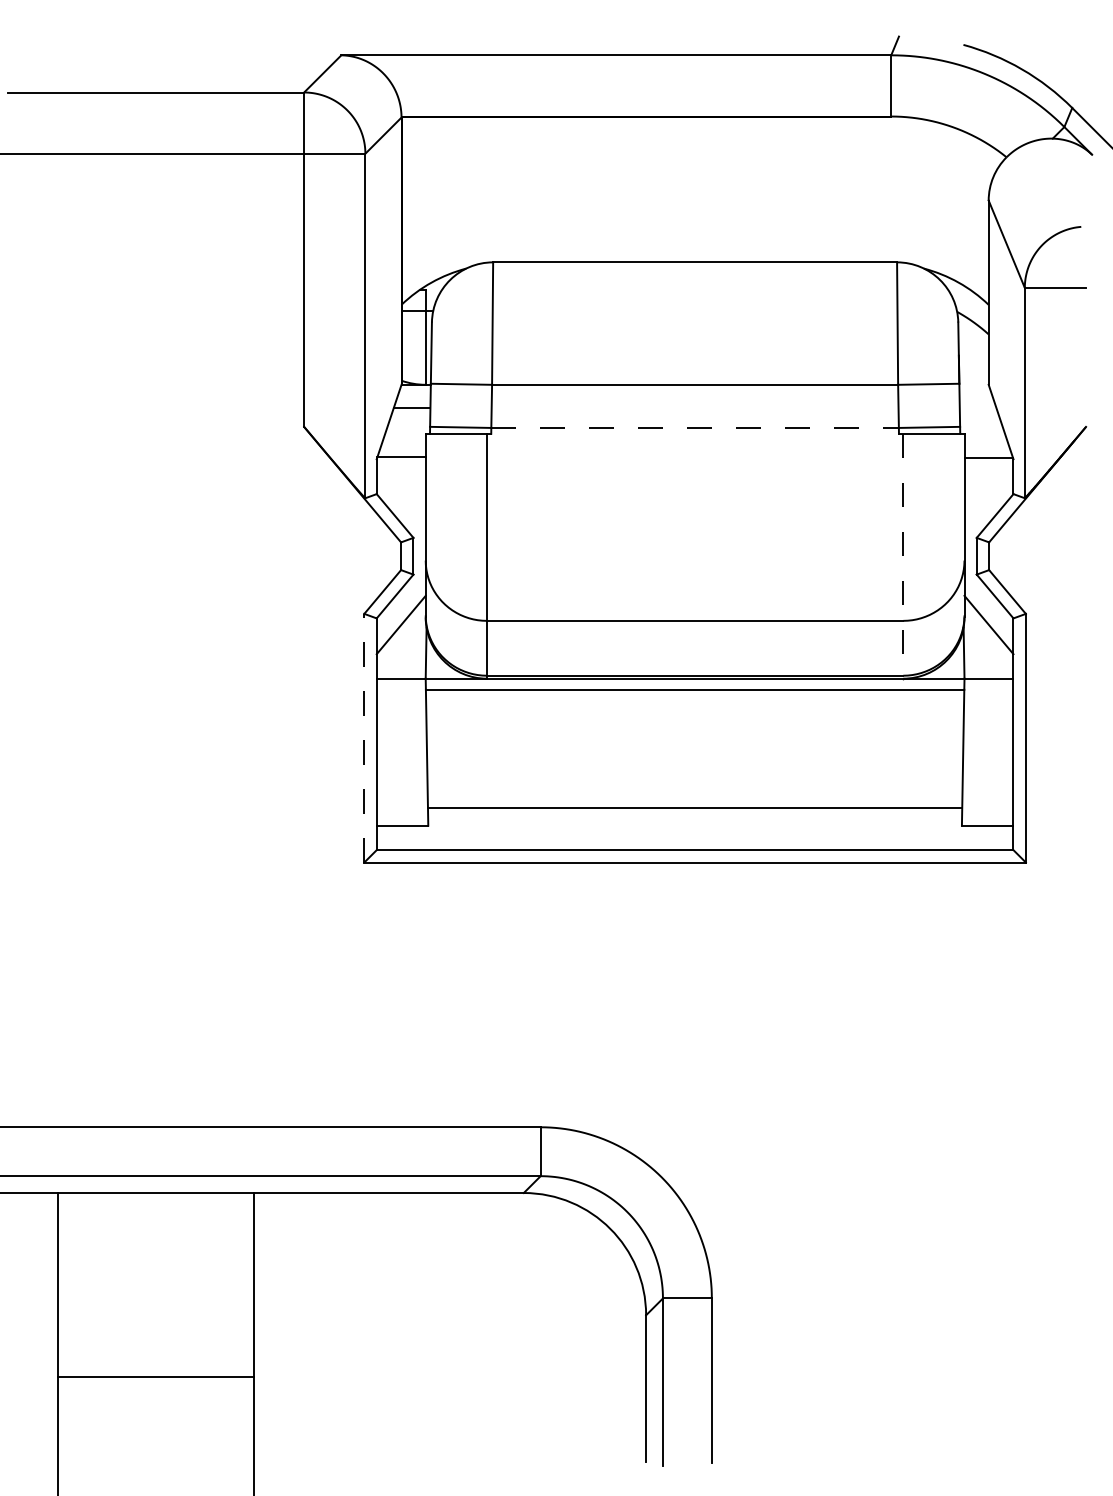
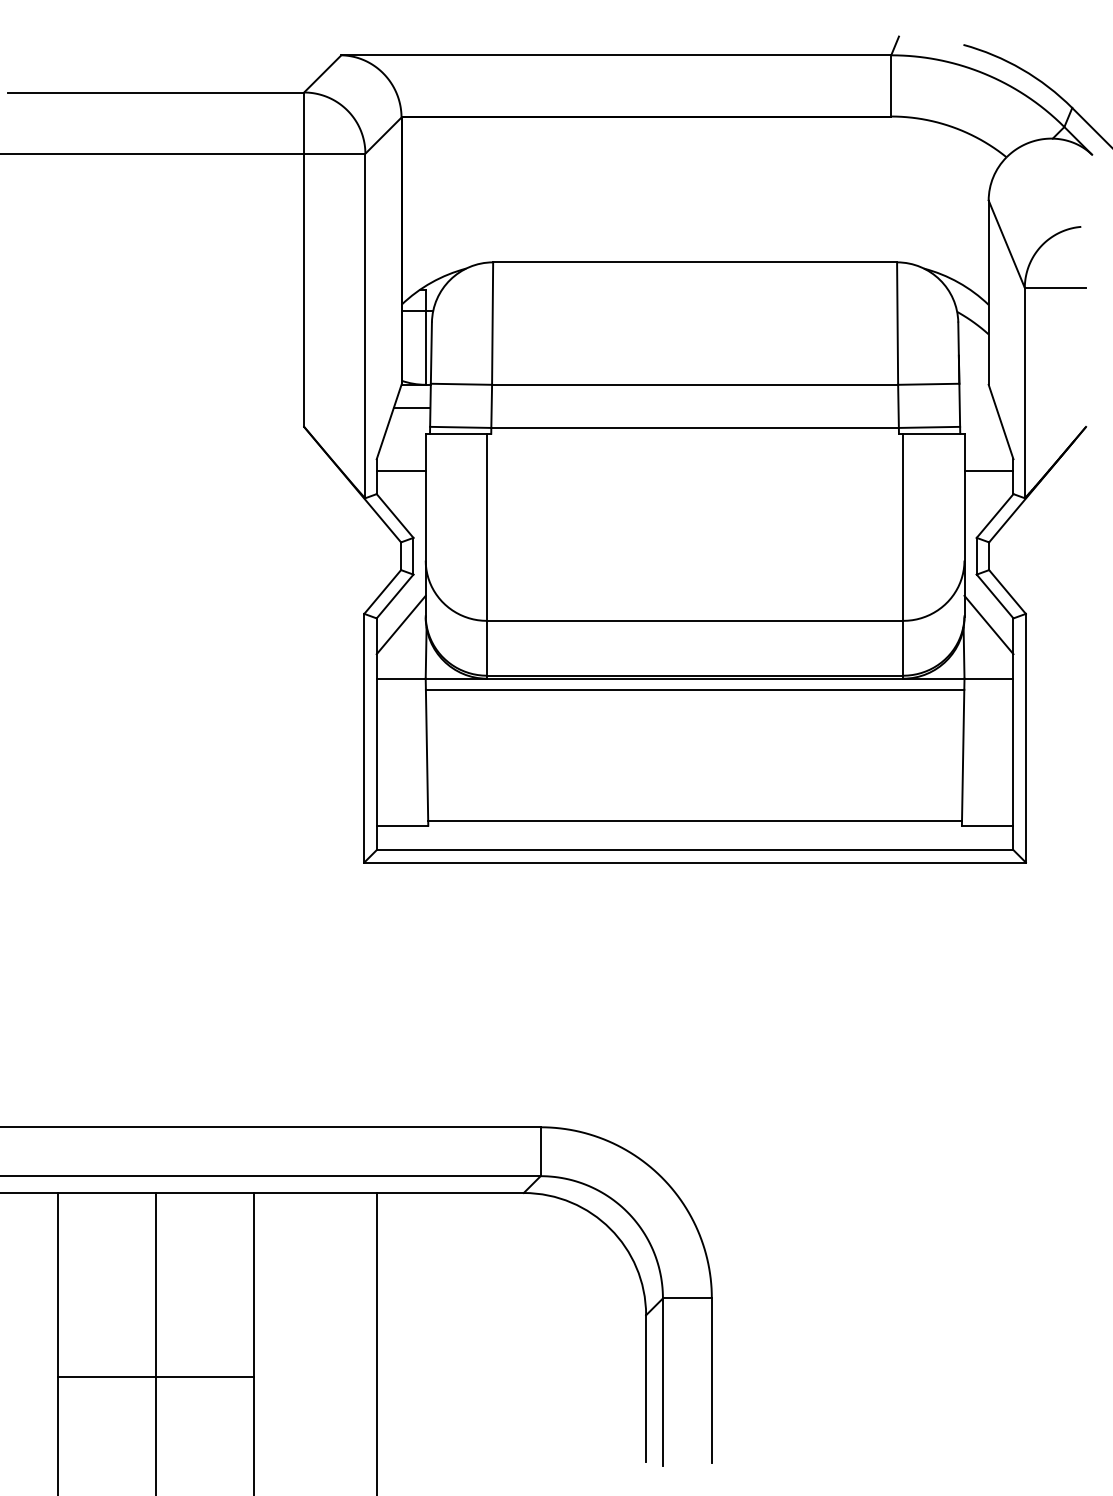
line at (695, 427): dashed -> solid
line at (400, 456) position: (400, 456) -> (400, 470)
line at (988, 457) position: (988, 457) -> (988, 470)
line at (903, 556): dashed -> solid
line at (364, 737): dashed -> solid
line at (695, 807) position: (695, 807) -> (695, 820)
line at (156, 1342): none -> present
line at (376, 1342): none -> present
